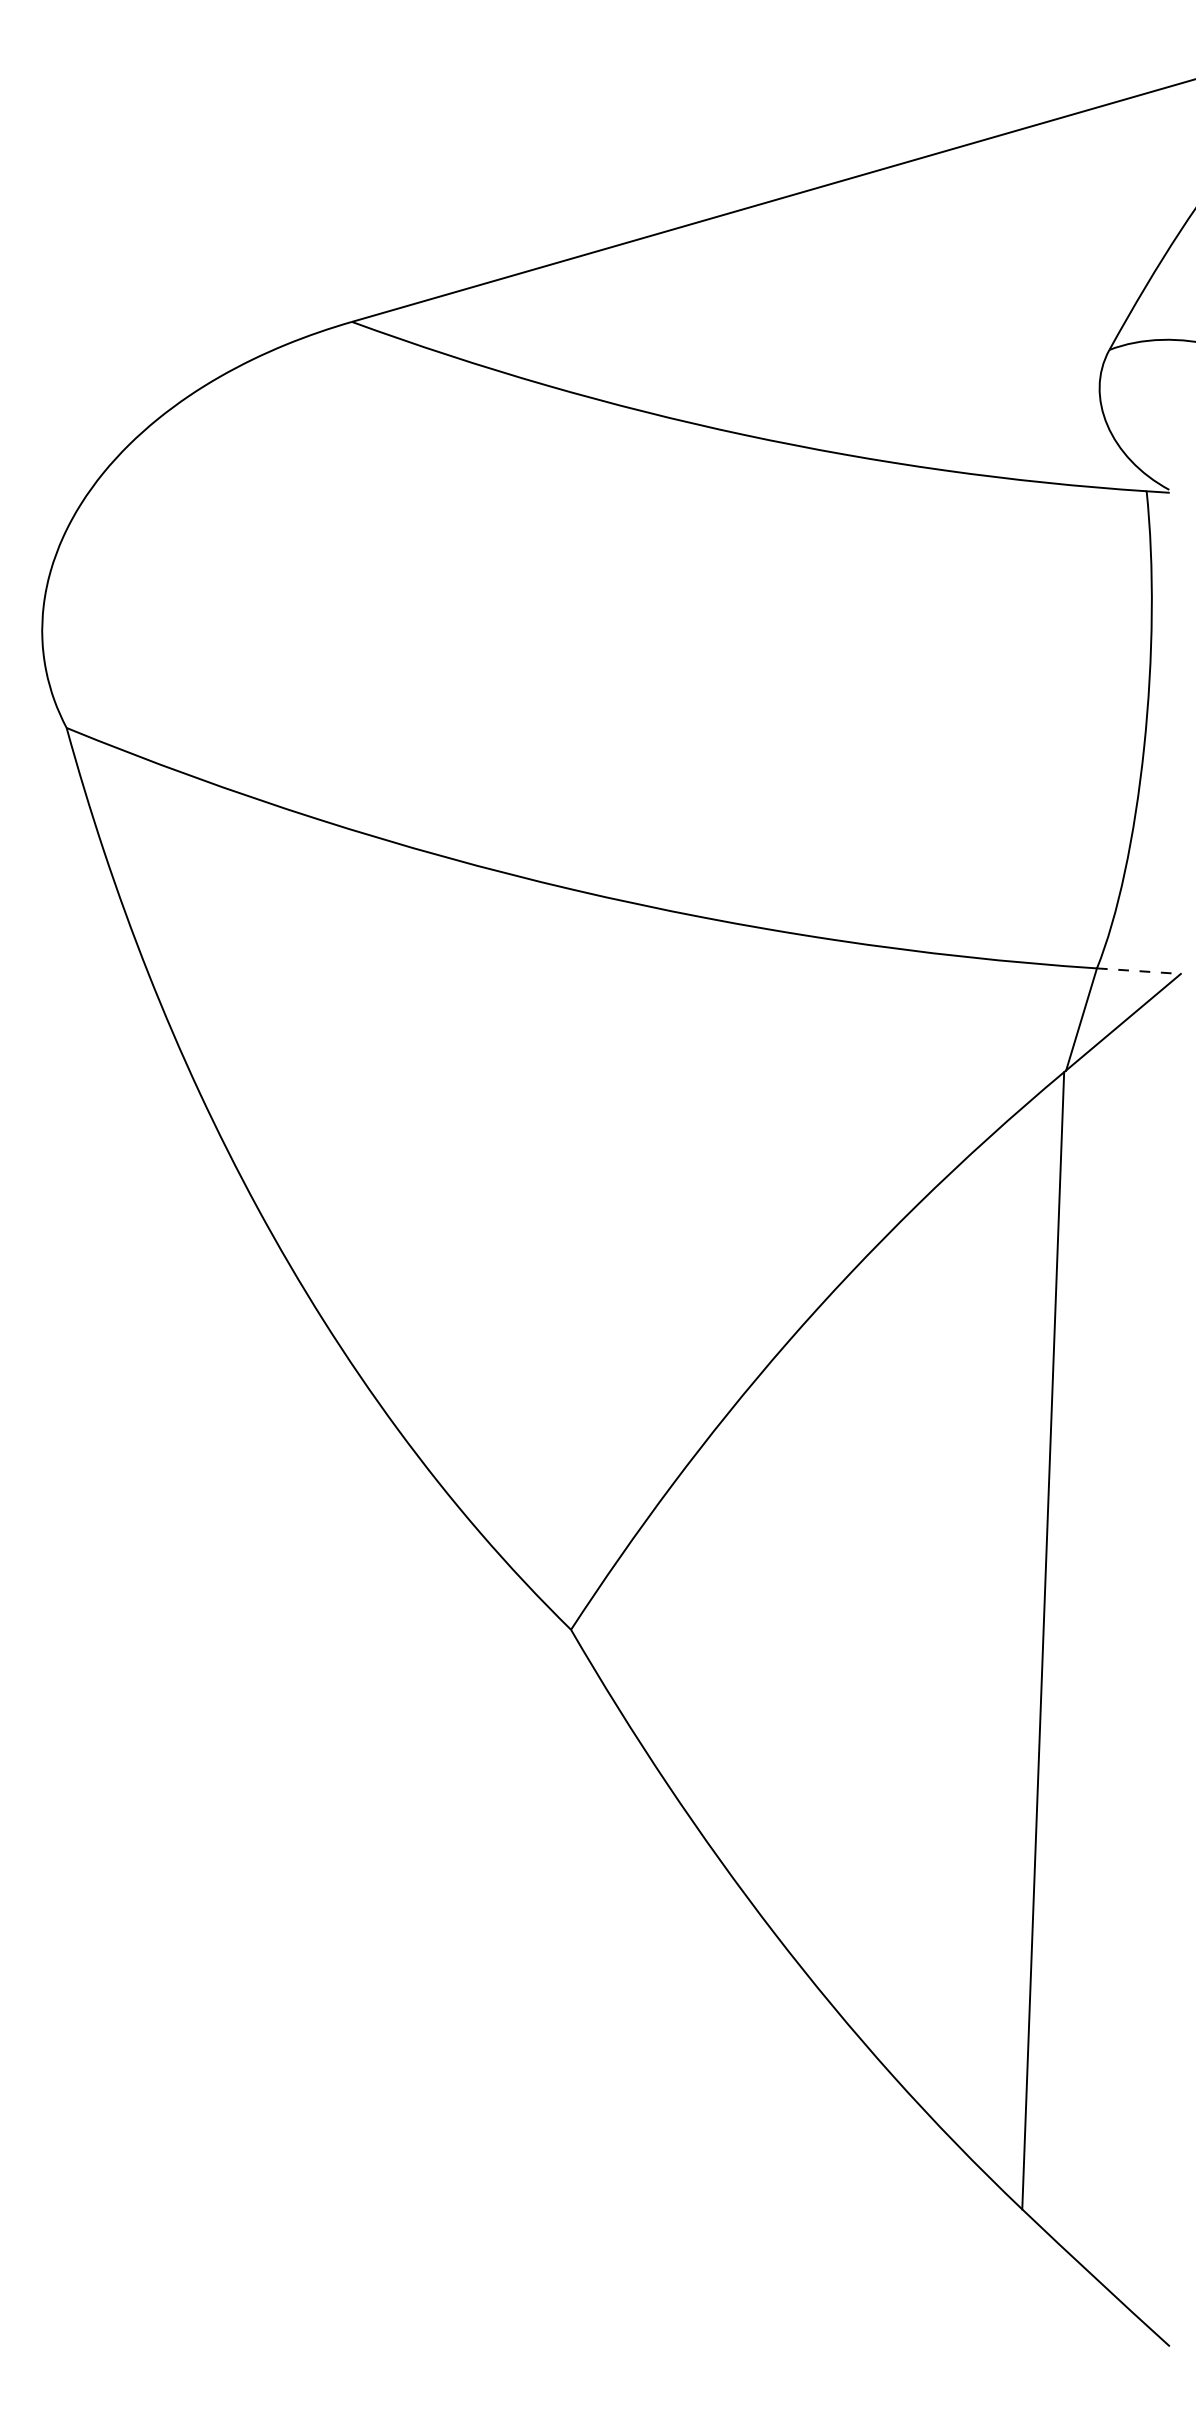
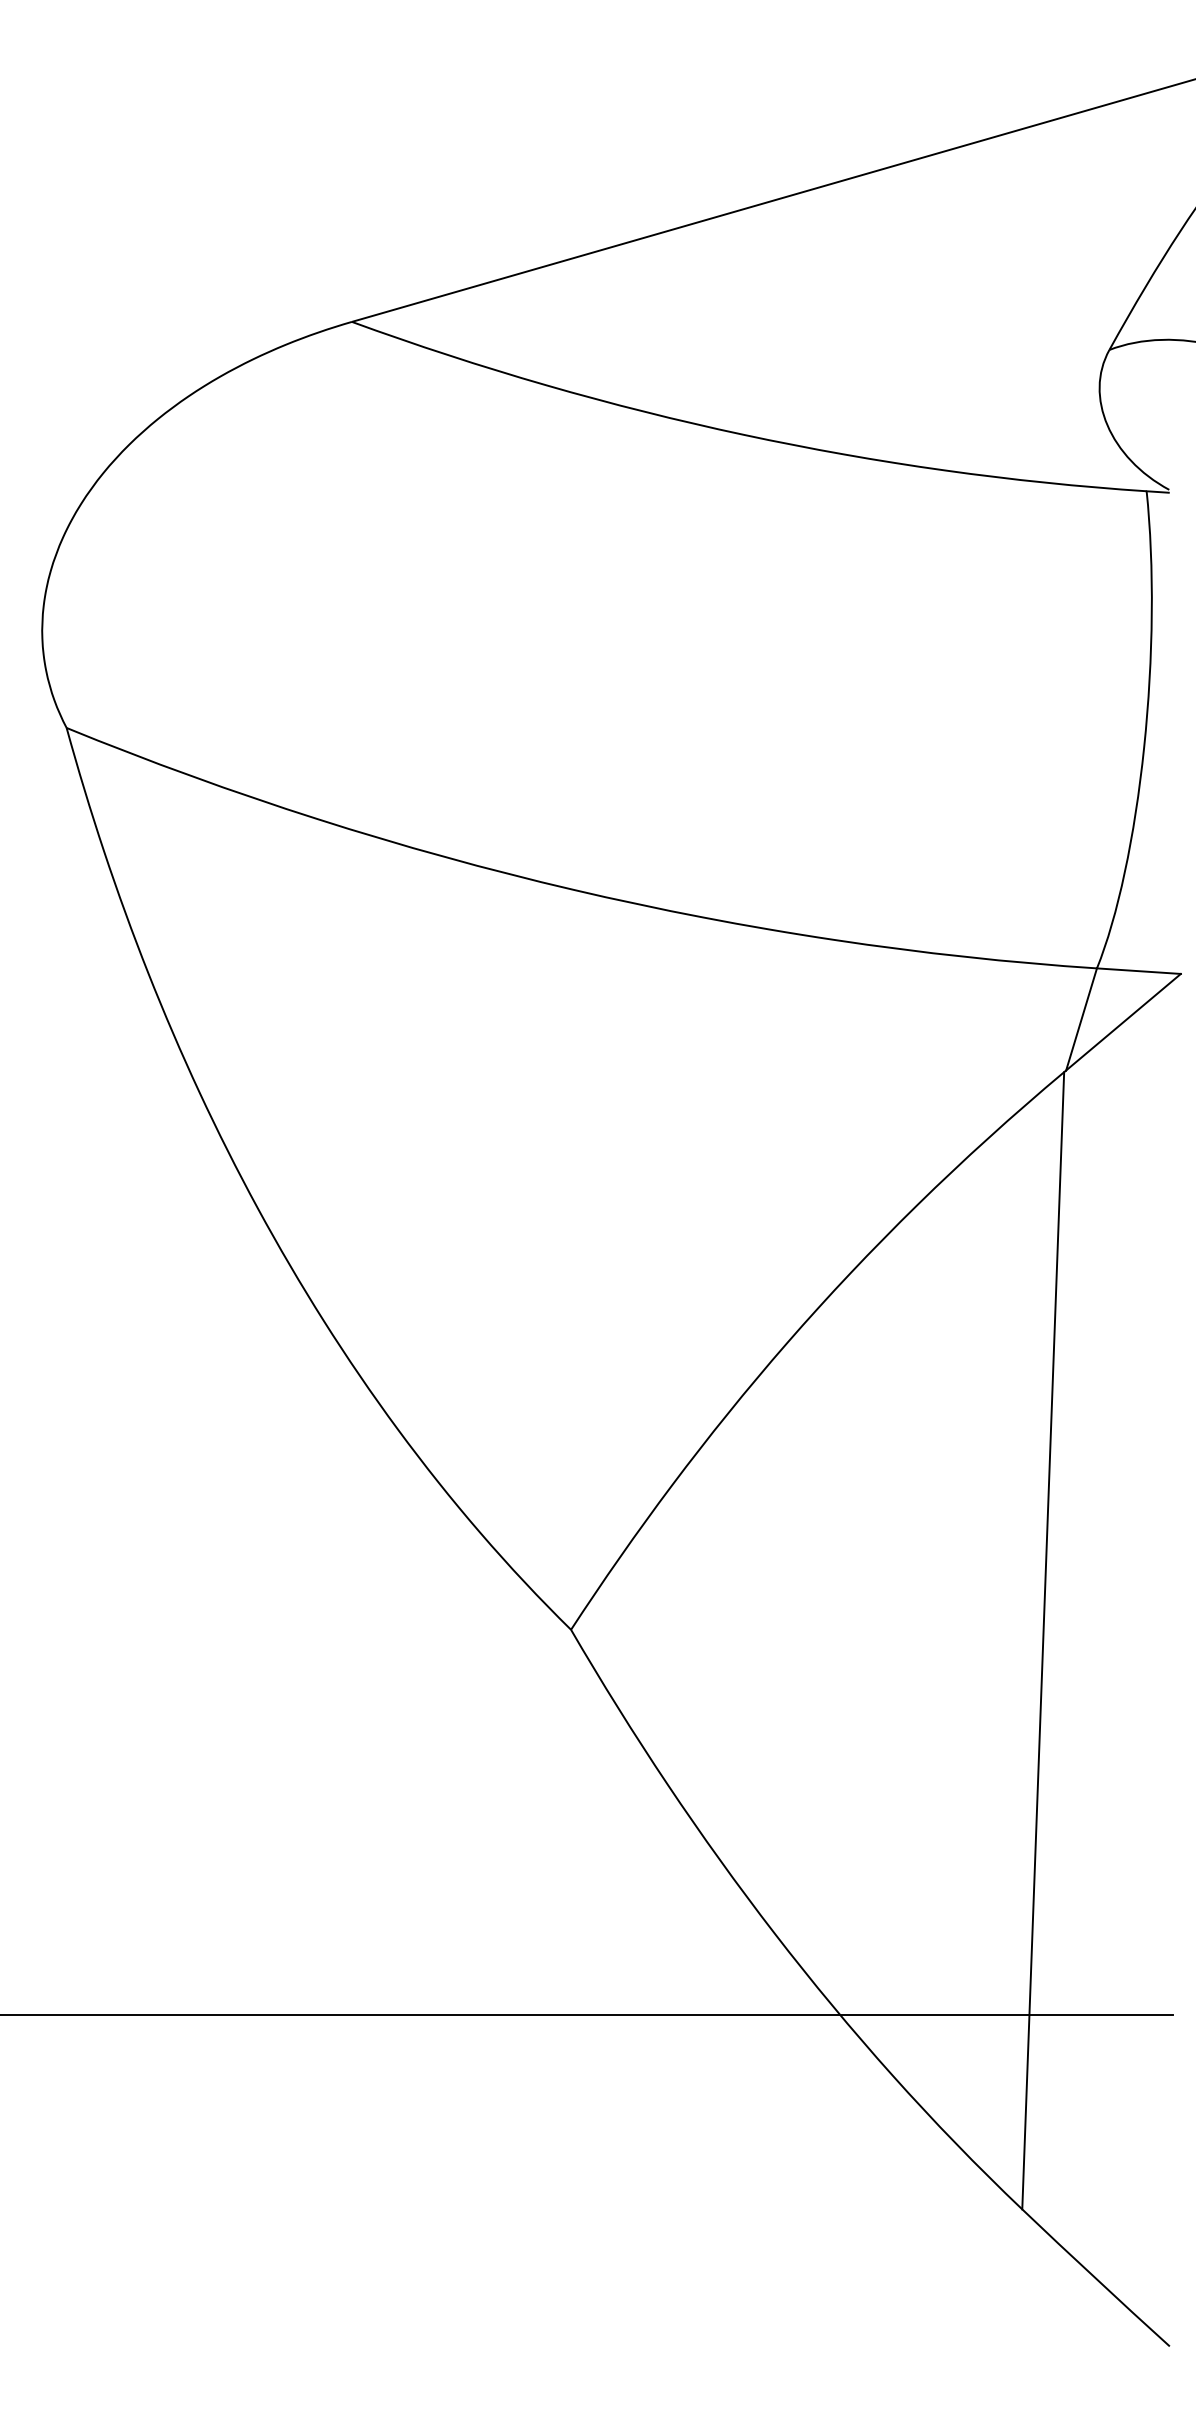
line at (1139, 971): dashed -> solid
line at (587, 2014): none -> present
